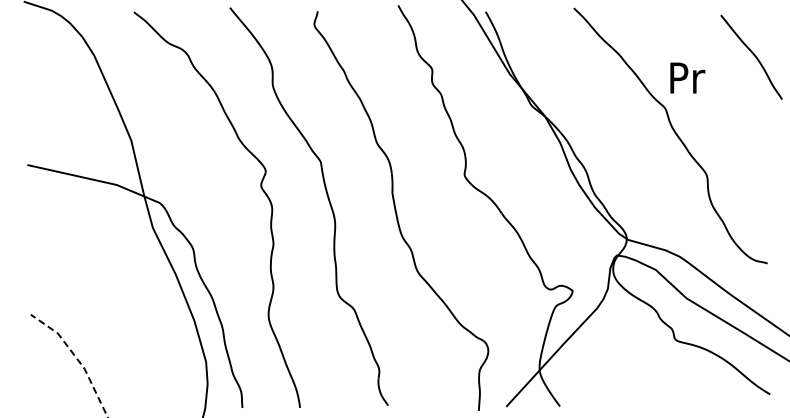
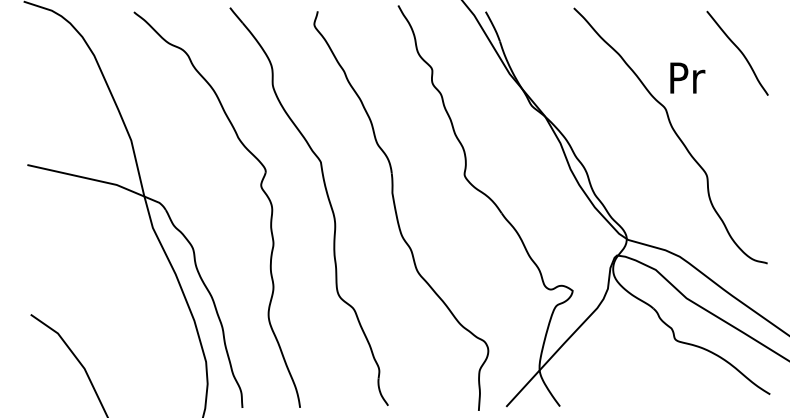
curve at (752, 54) position: (752, 54) -> (738, 50)
line at (76, 358): dashed -> solid
